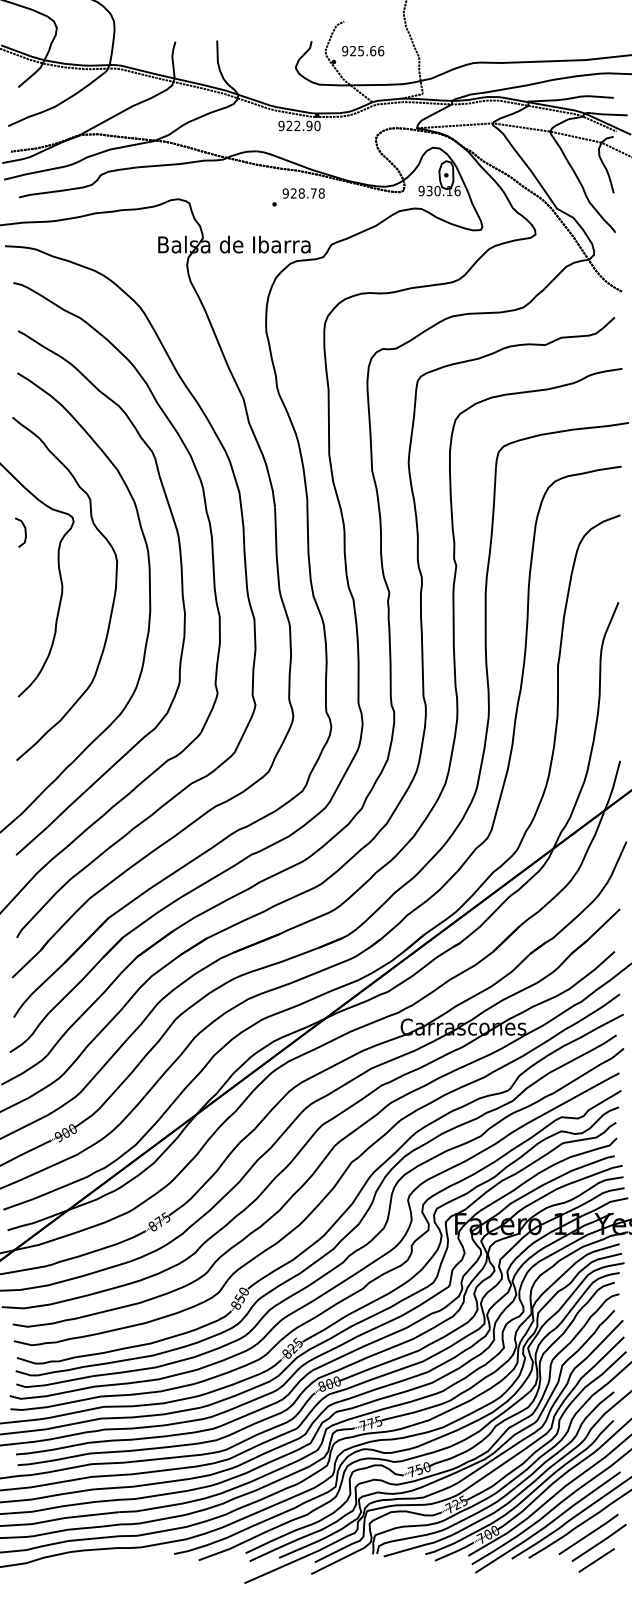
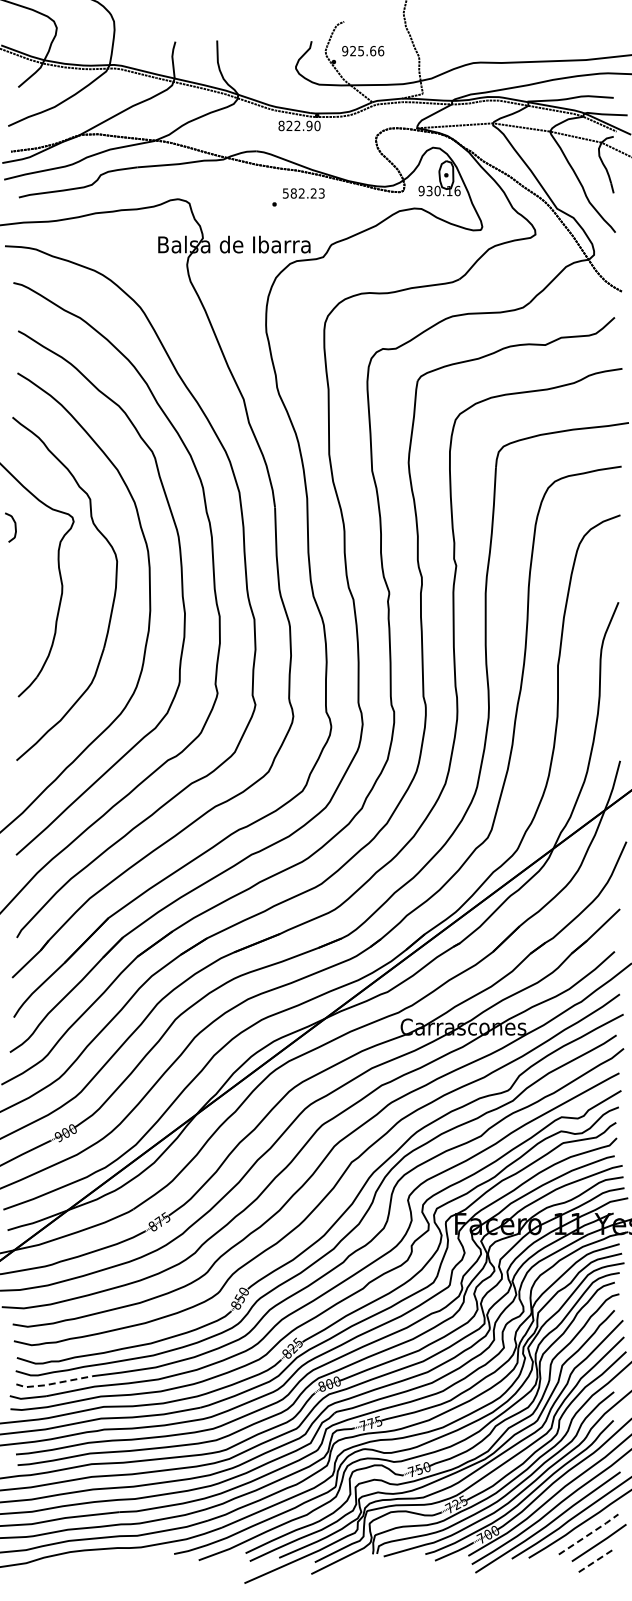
text at (281, 126): 922.90 -> 822.90
text at (303, 193): 928.78 -> 582.23
curve at (24, 532) position: (24, 532) -> (14, 527)
line at (53, 1383): solid -> dashed
line at (589, 1534): solid -> dashed
line at (597, 1560): solid -> dashed
